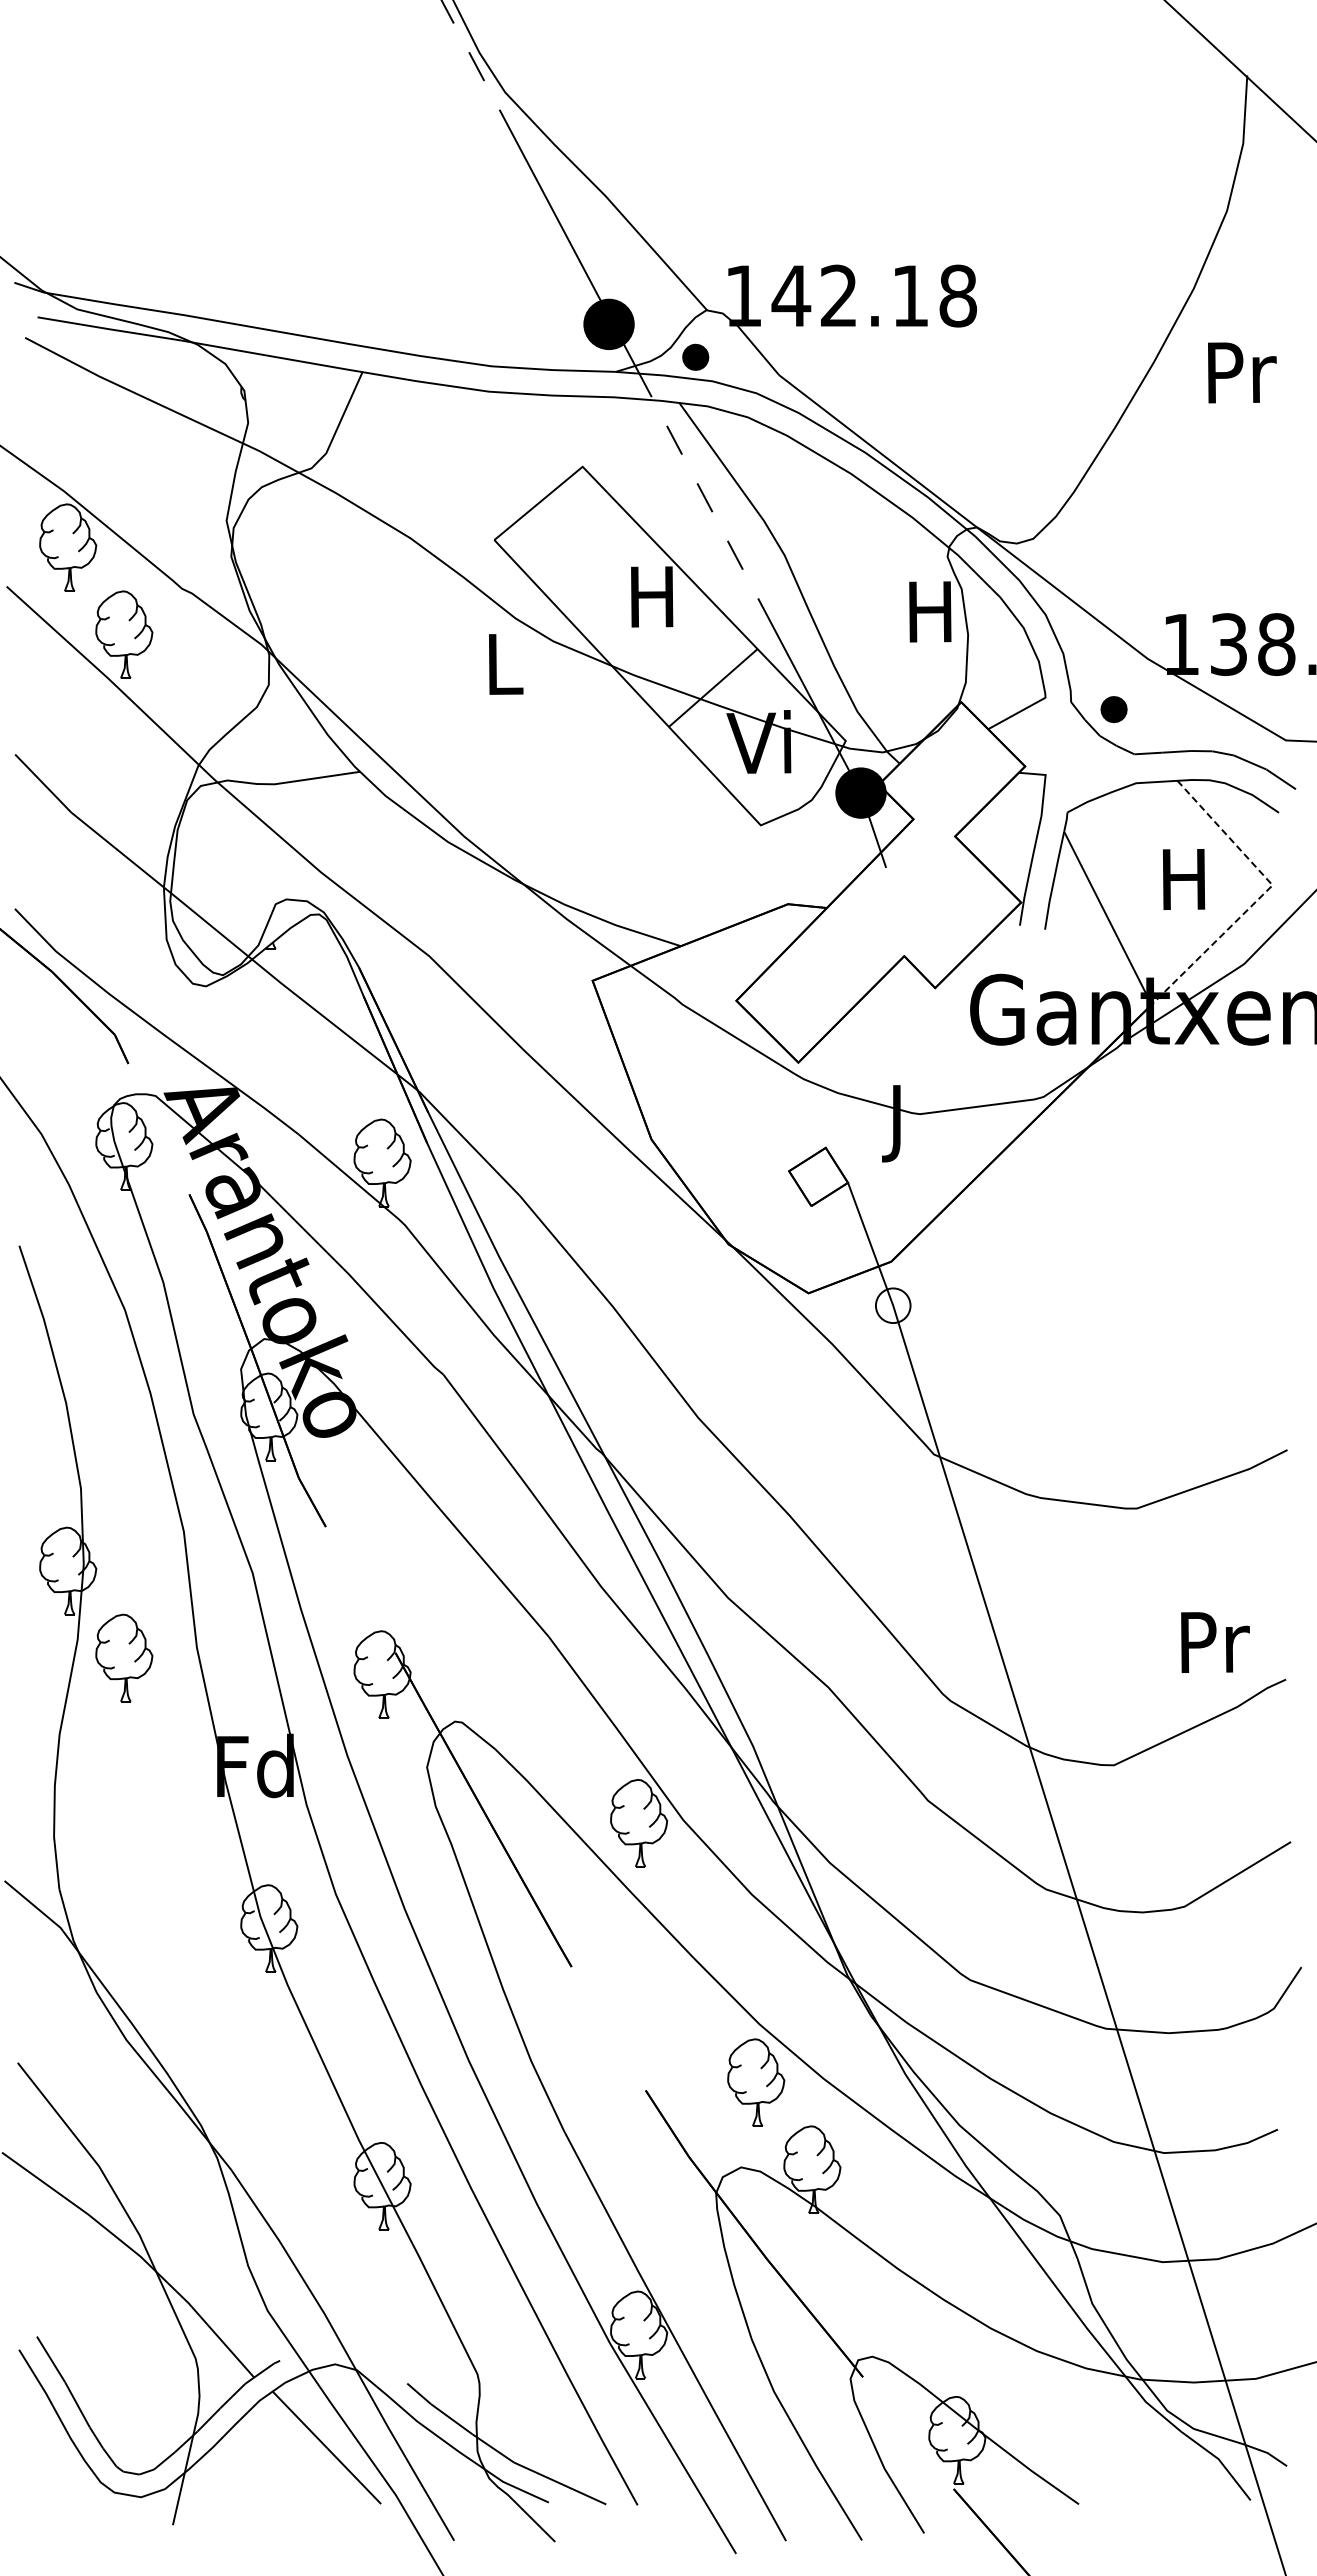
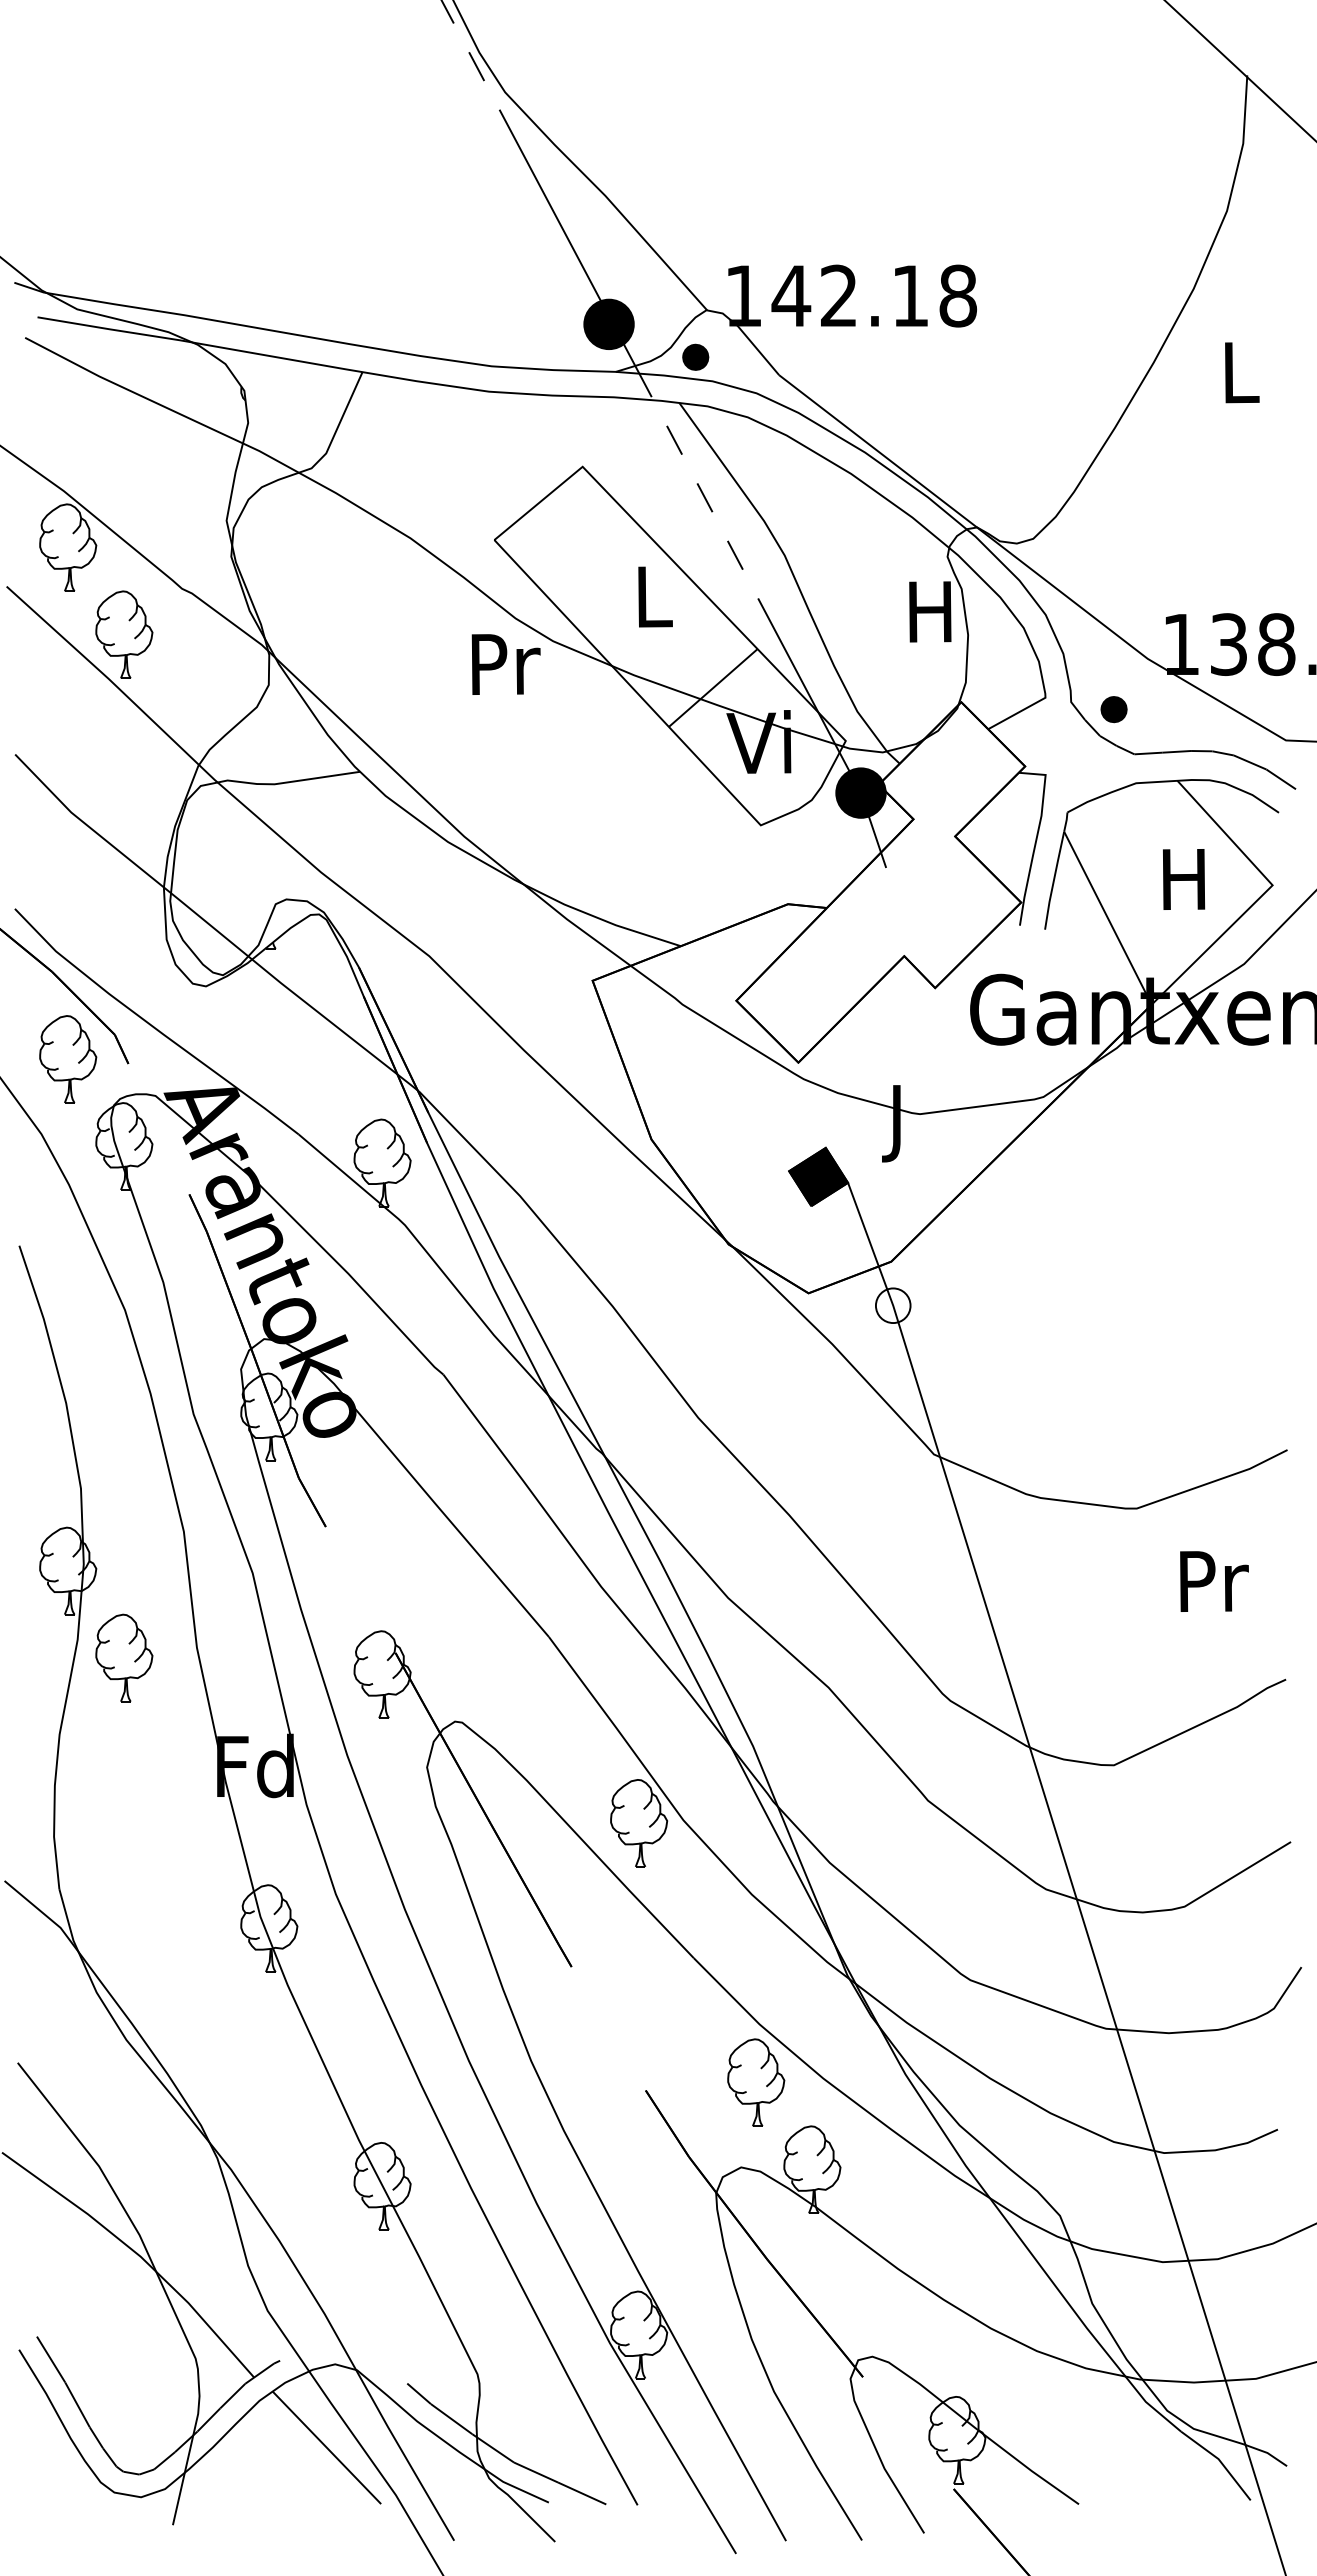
text at (1242, 372): Pr -> L
text at (652, 596): H -> L
text at (505, 664): L -> Pr
line at (1262, 895): dashed -> solid
part at (68, 1059): none -> present
fill at (818, 1176): none -> present
text at (1215, 1642) position: (1215, 1642) -> (1214, 1581)
